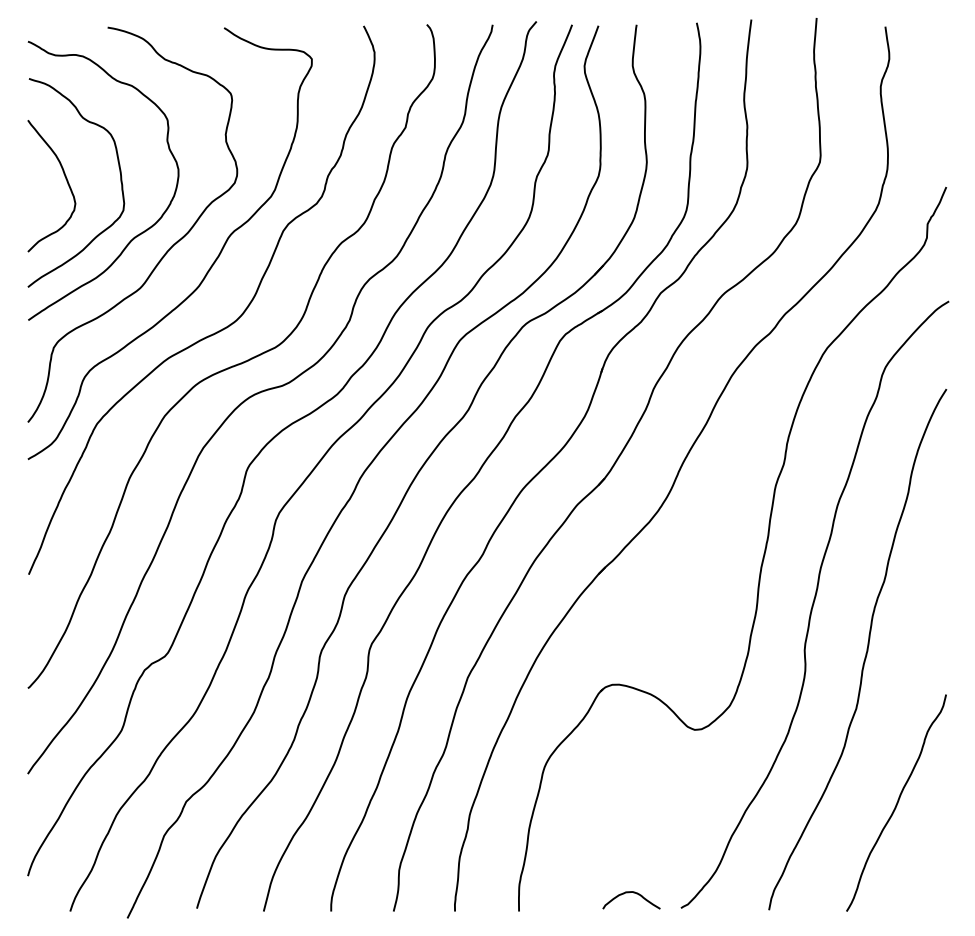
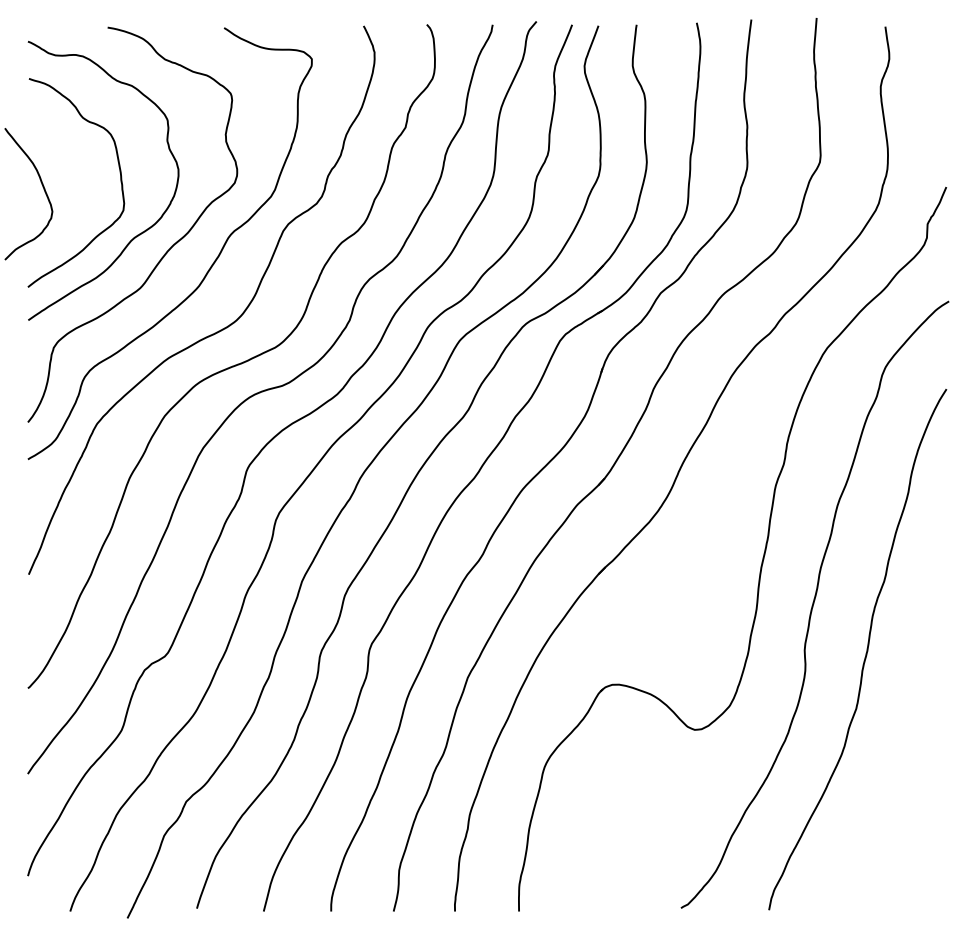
curve at (65, 179) position: (65, 179) -> (42, 187)
curve at (896, 802): present -> none
curve at (629, 893): present -> none
